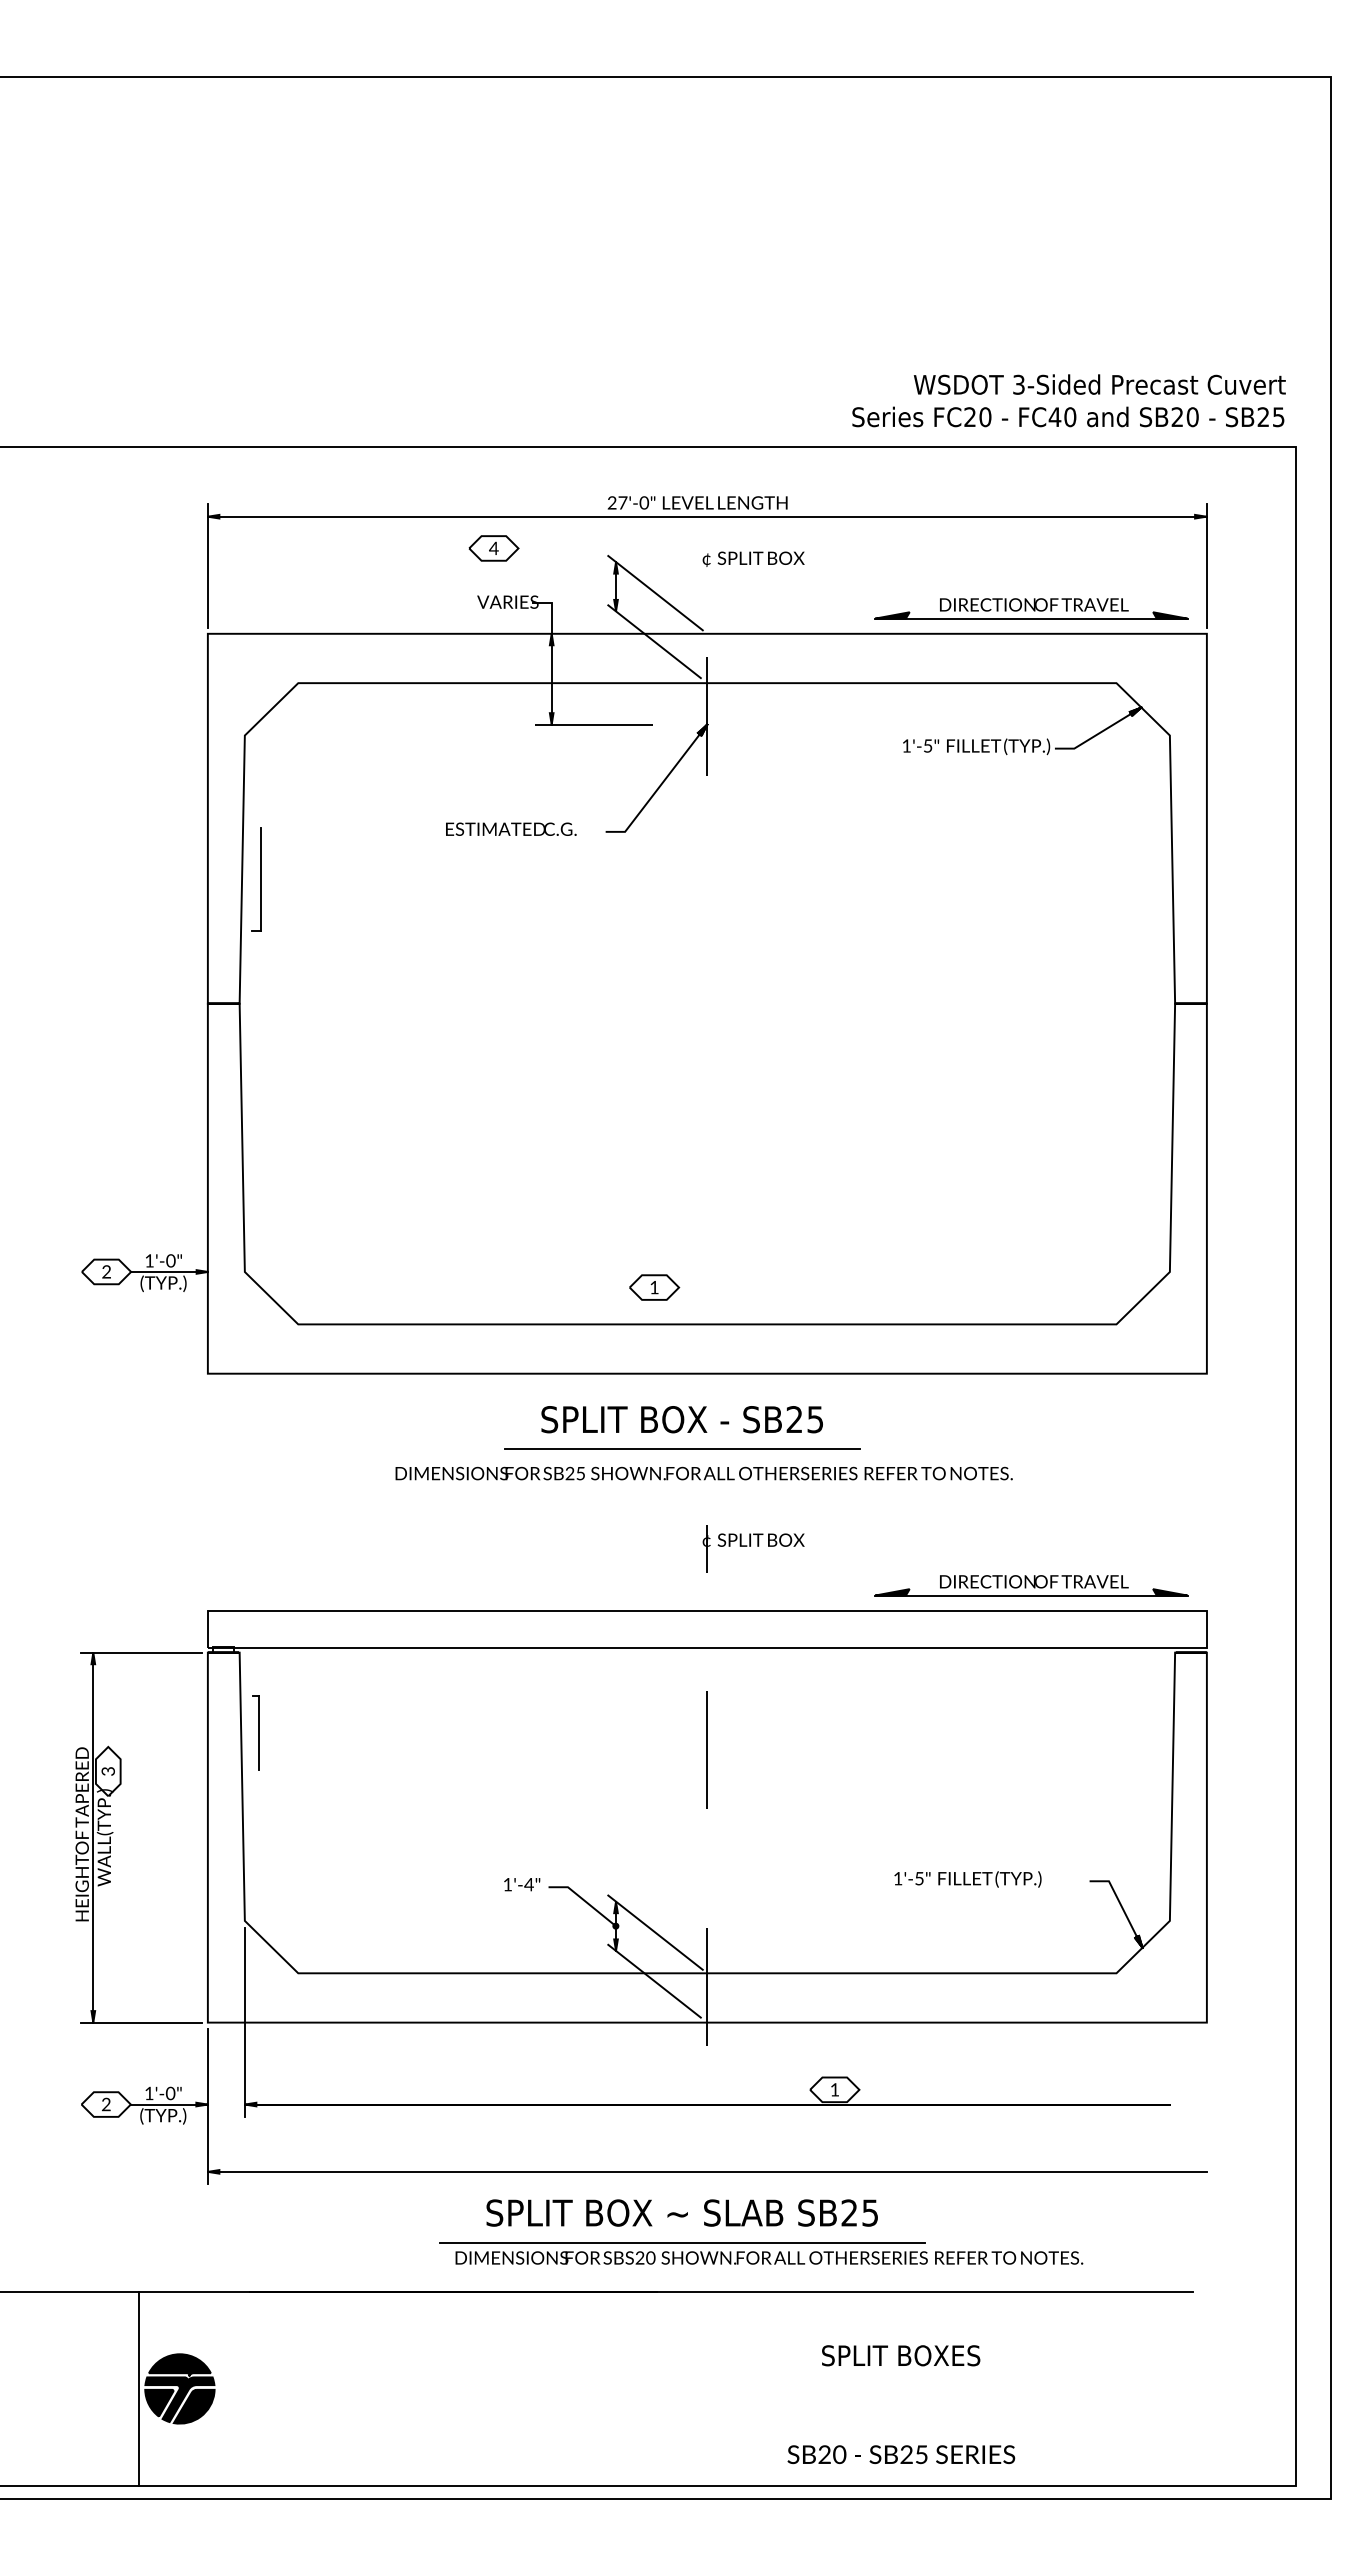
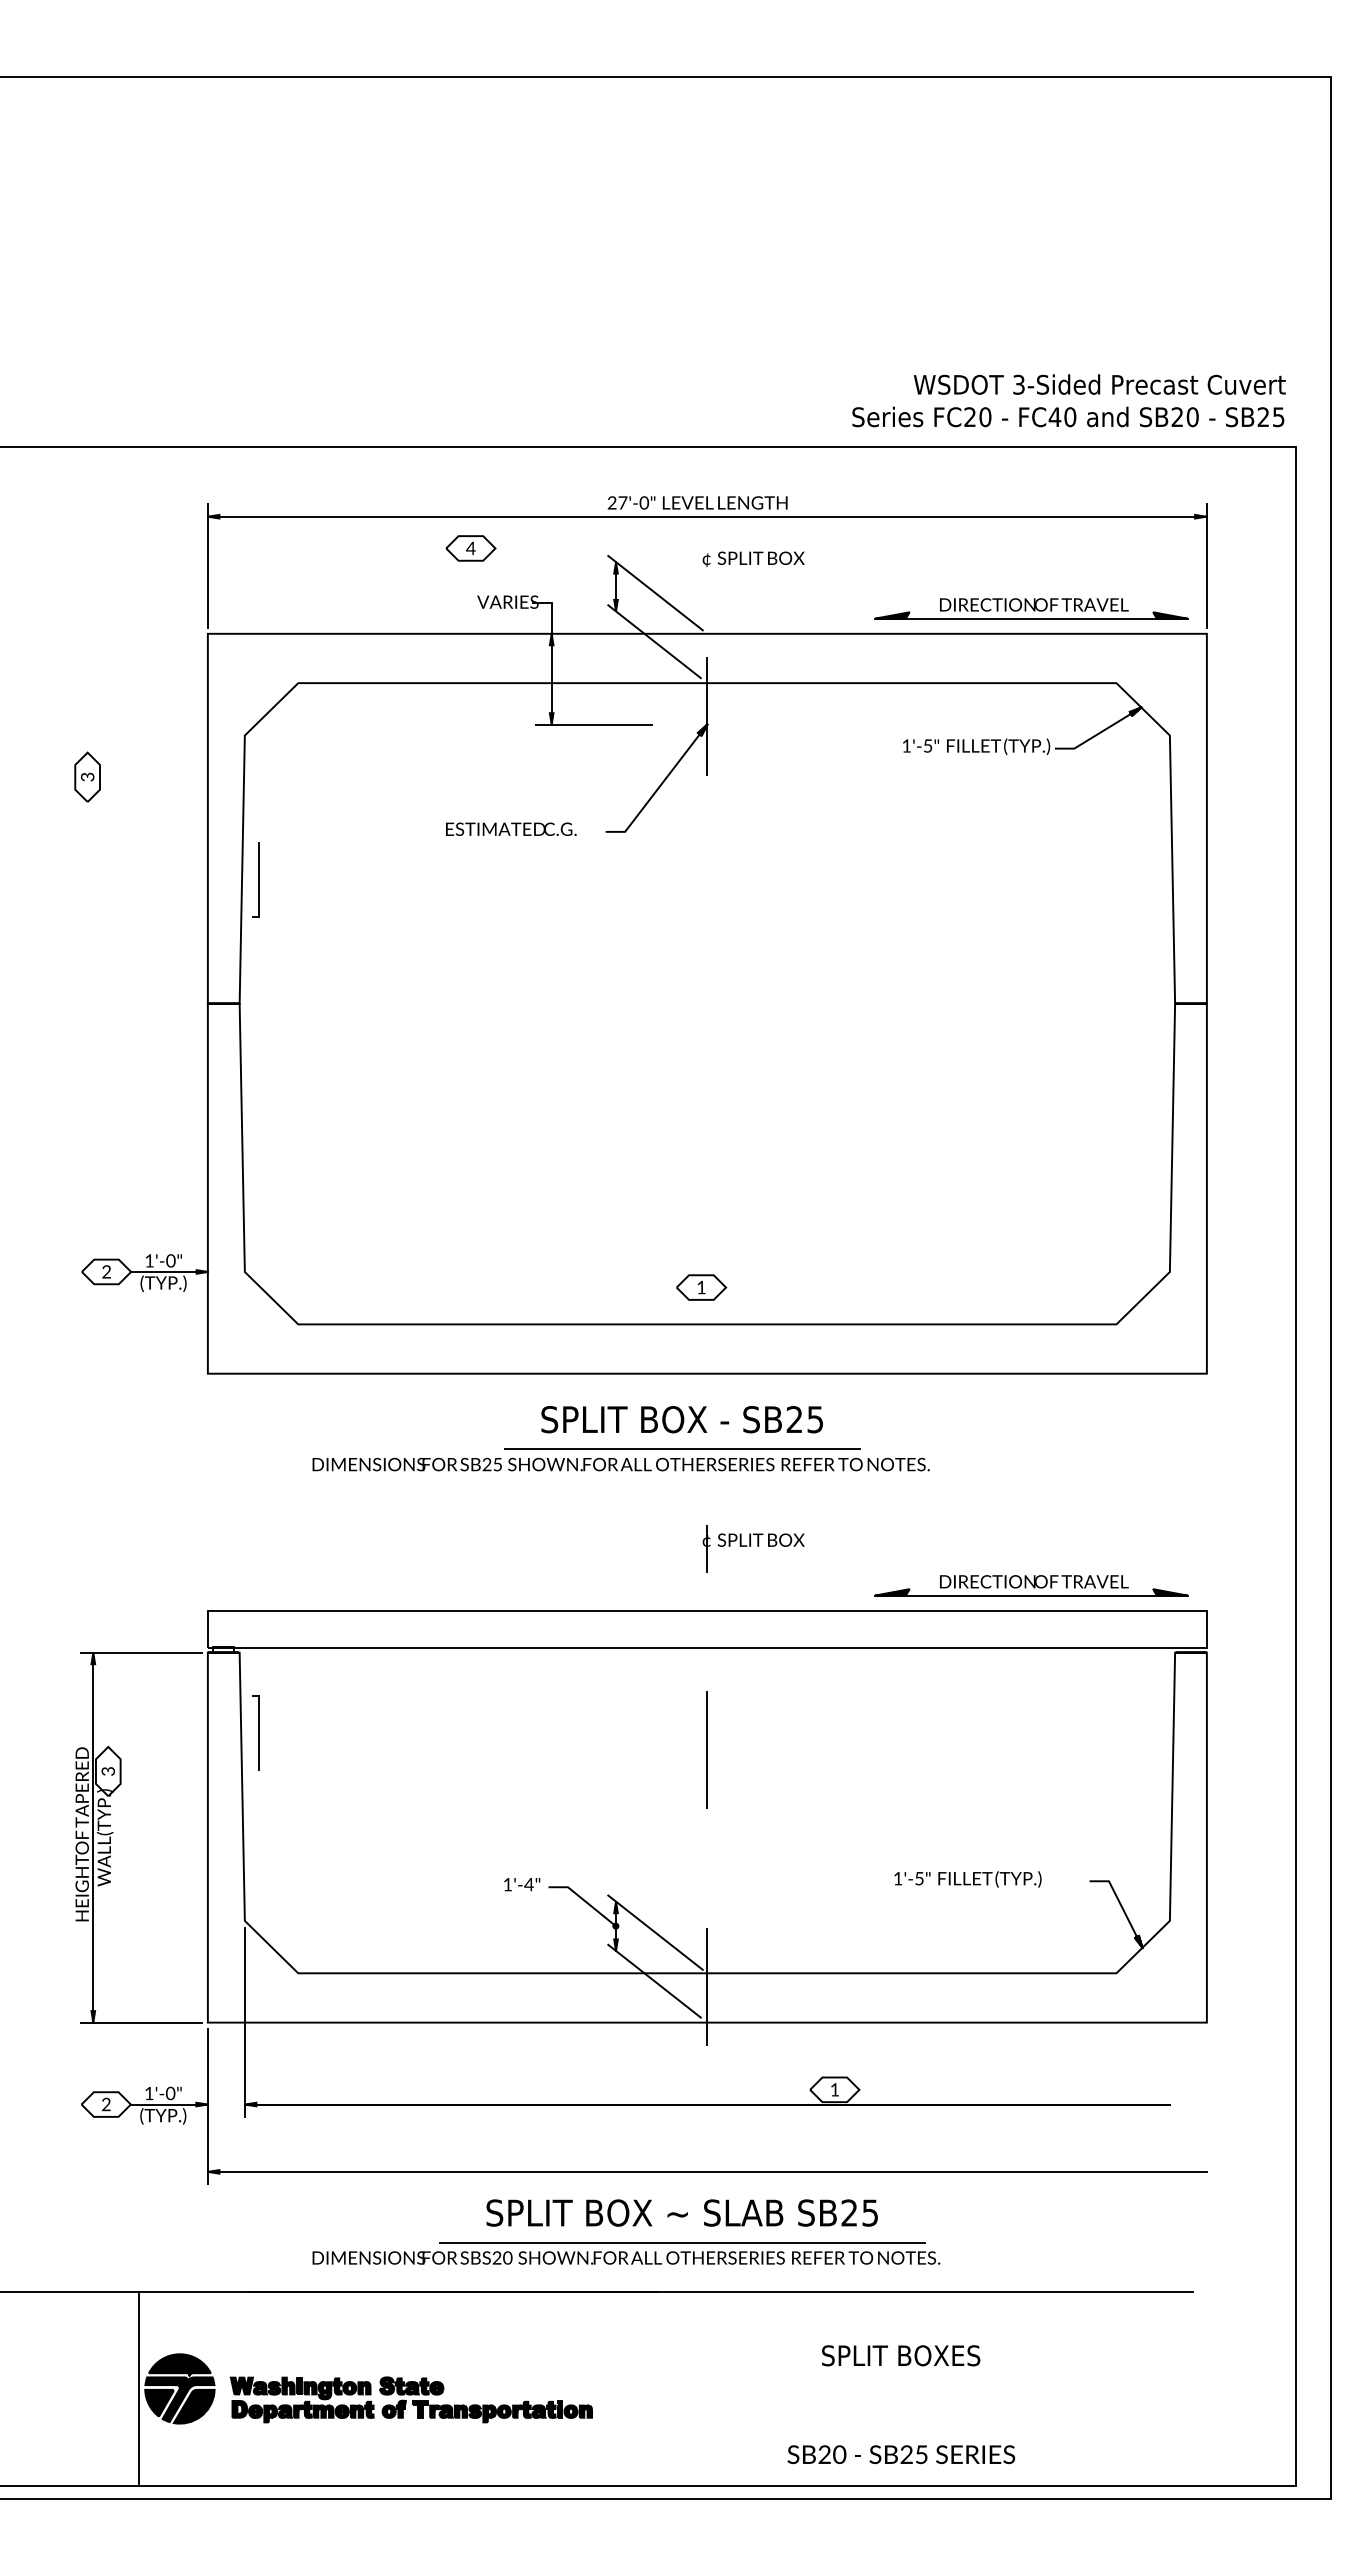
part at (493, 548) position: (493, 548) -> (470, 548)
part at (87, 776): none -> present
part at (256, 879) size: 11x105 px -> 8x76 px
part at (654, 1287) position: (654, 1287) -> (701, 1287)
text at (703, 1473) position: (703, 1473) -> (620, 1464)
text at (769, 2257) position: (769, 2257) -> (626, 2257)
part at (411, 2399): none -> present
